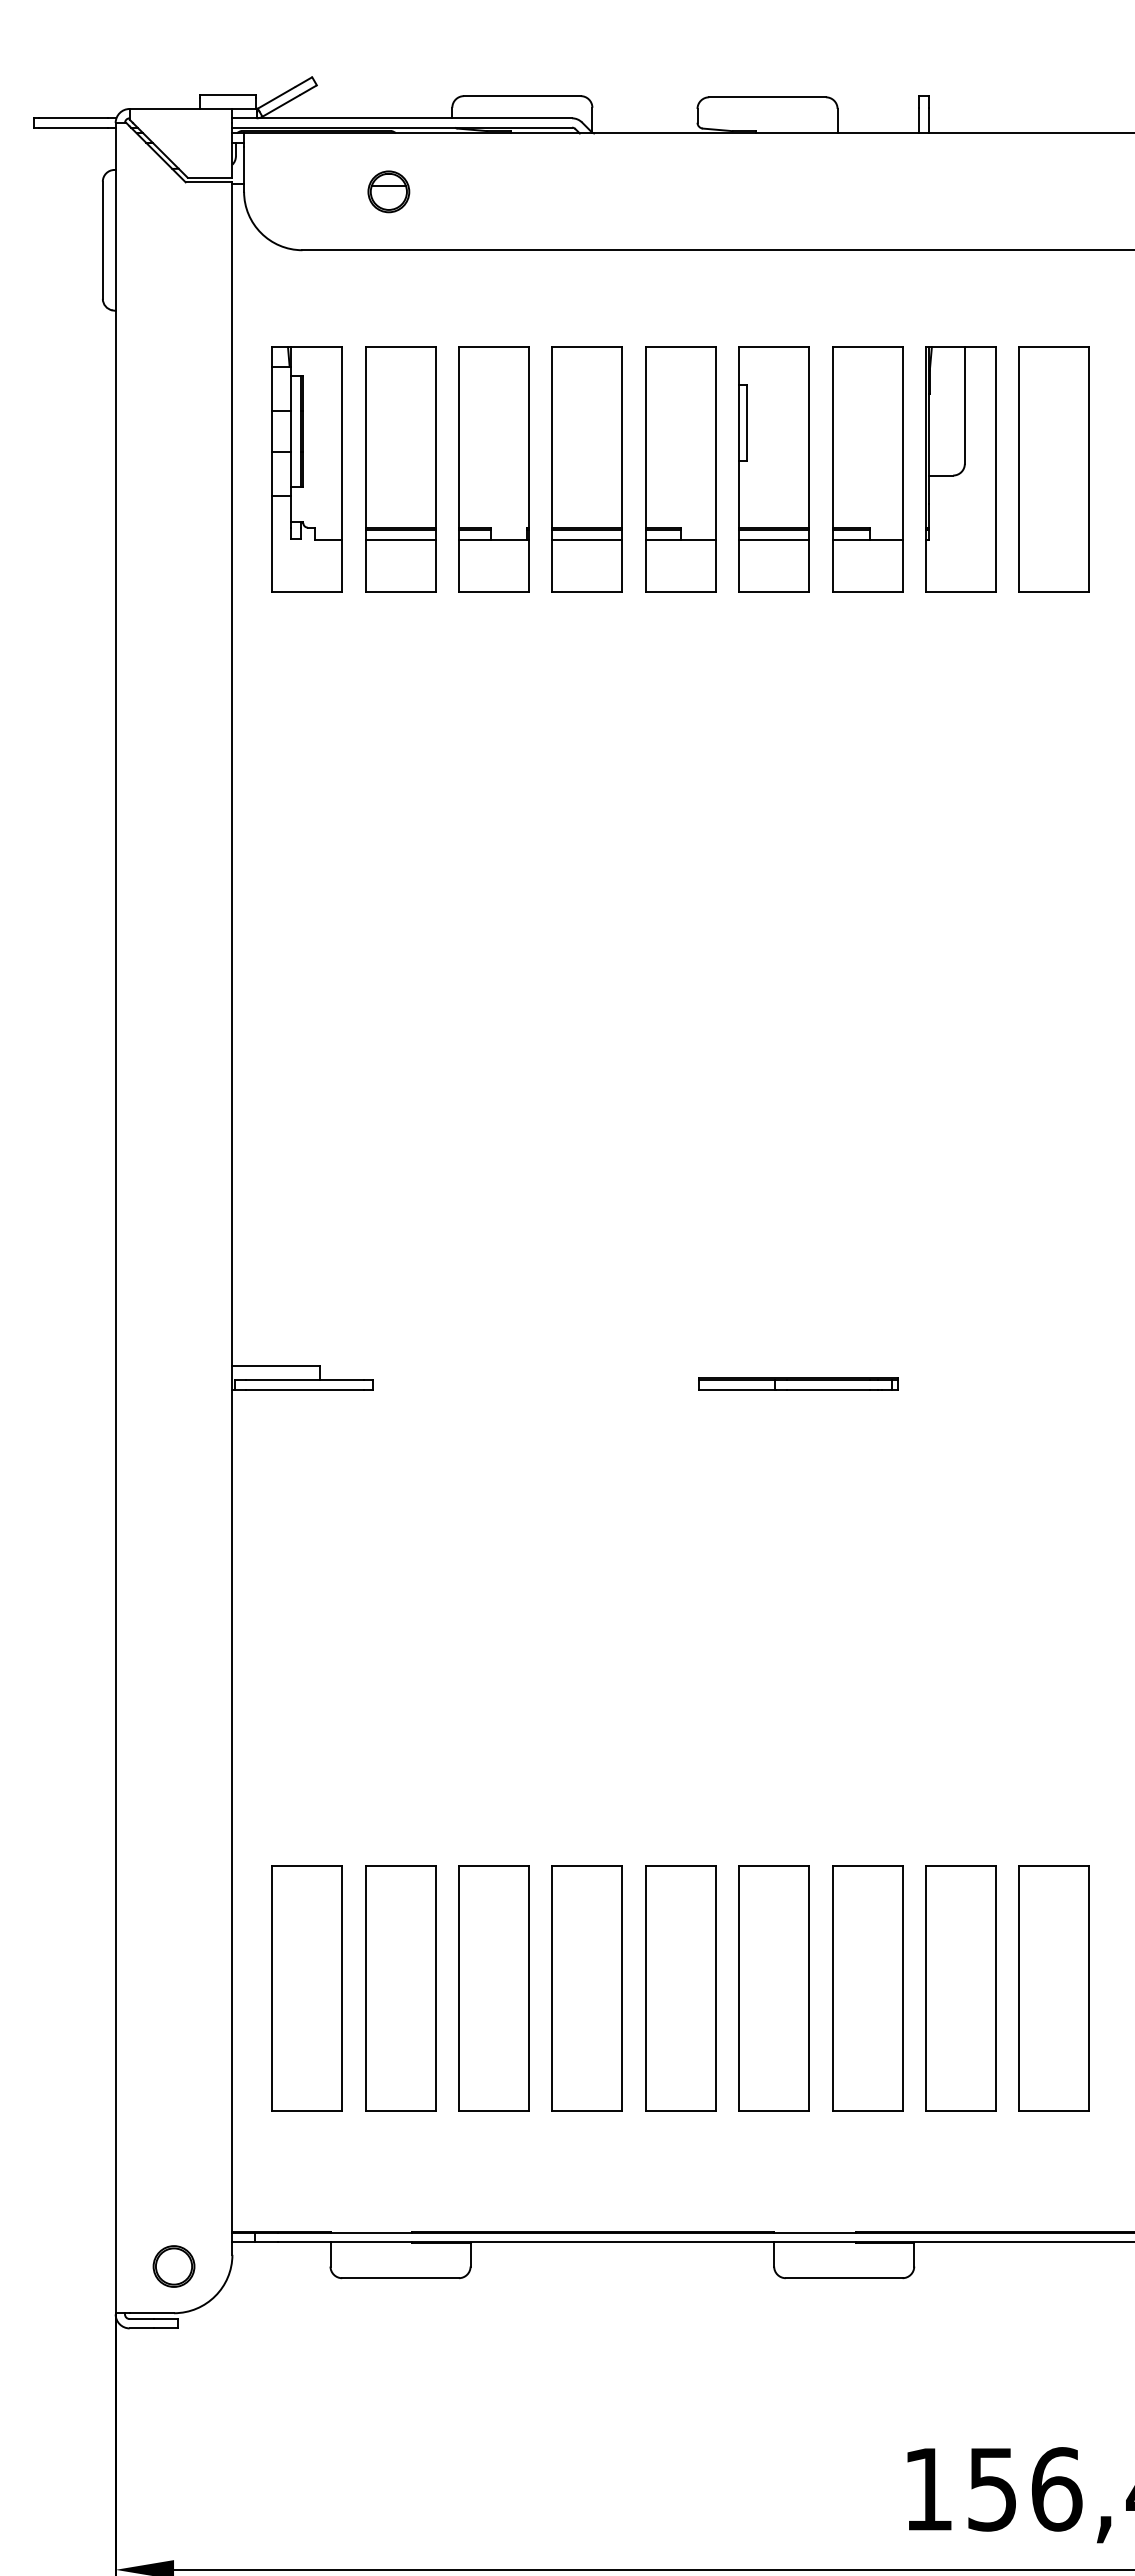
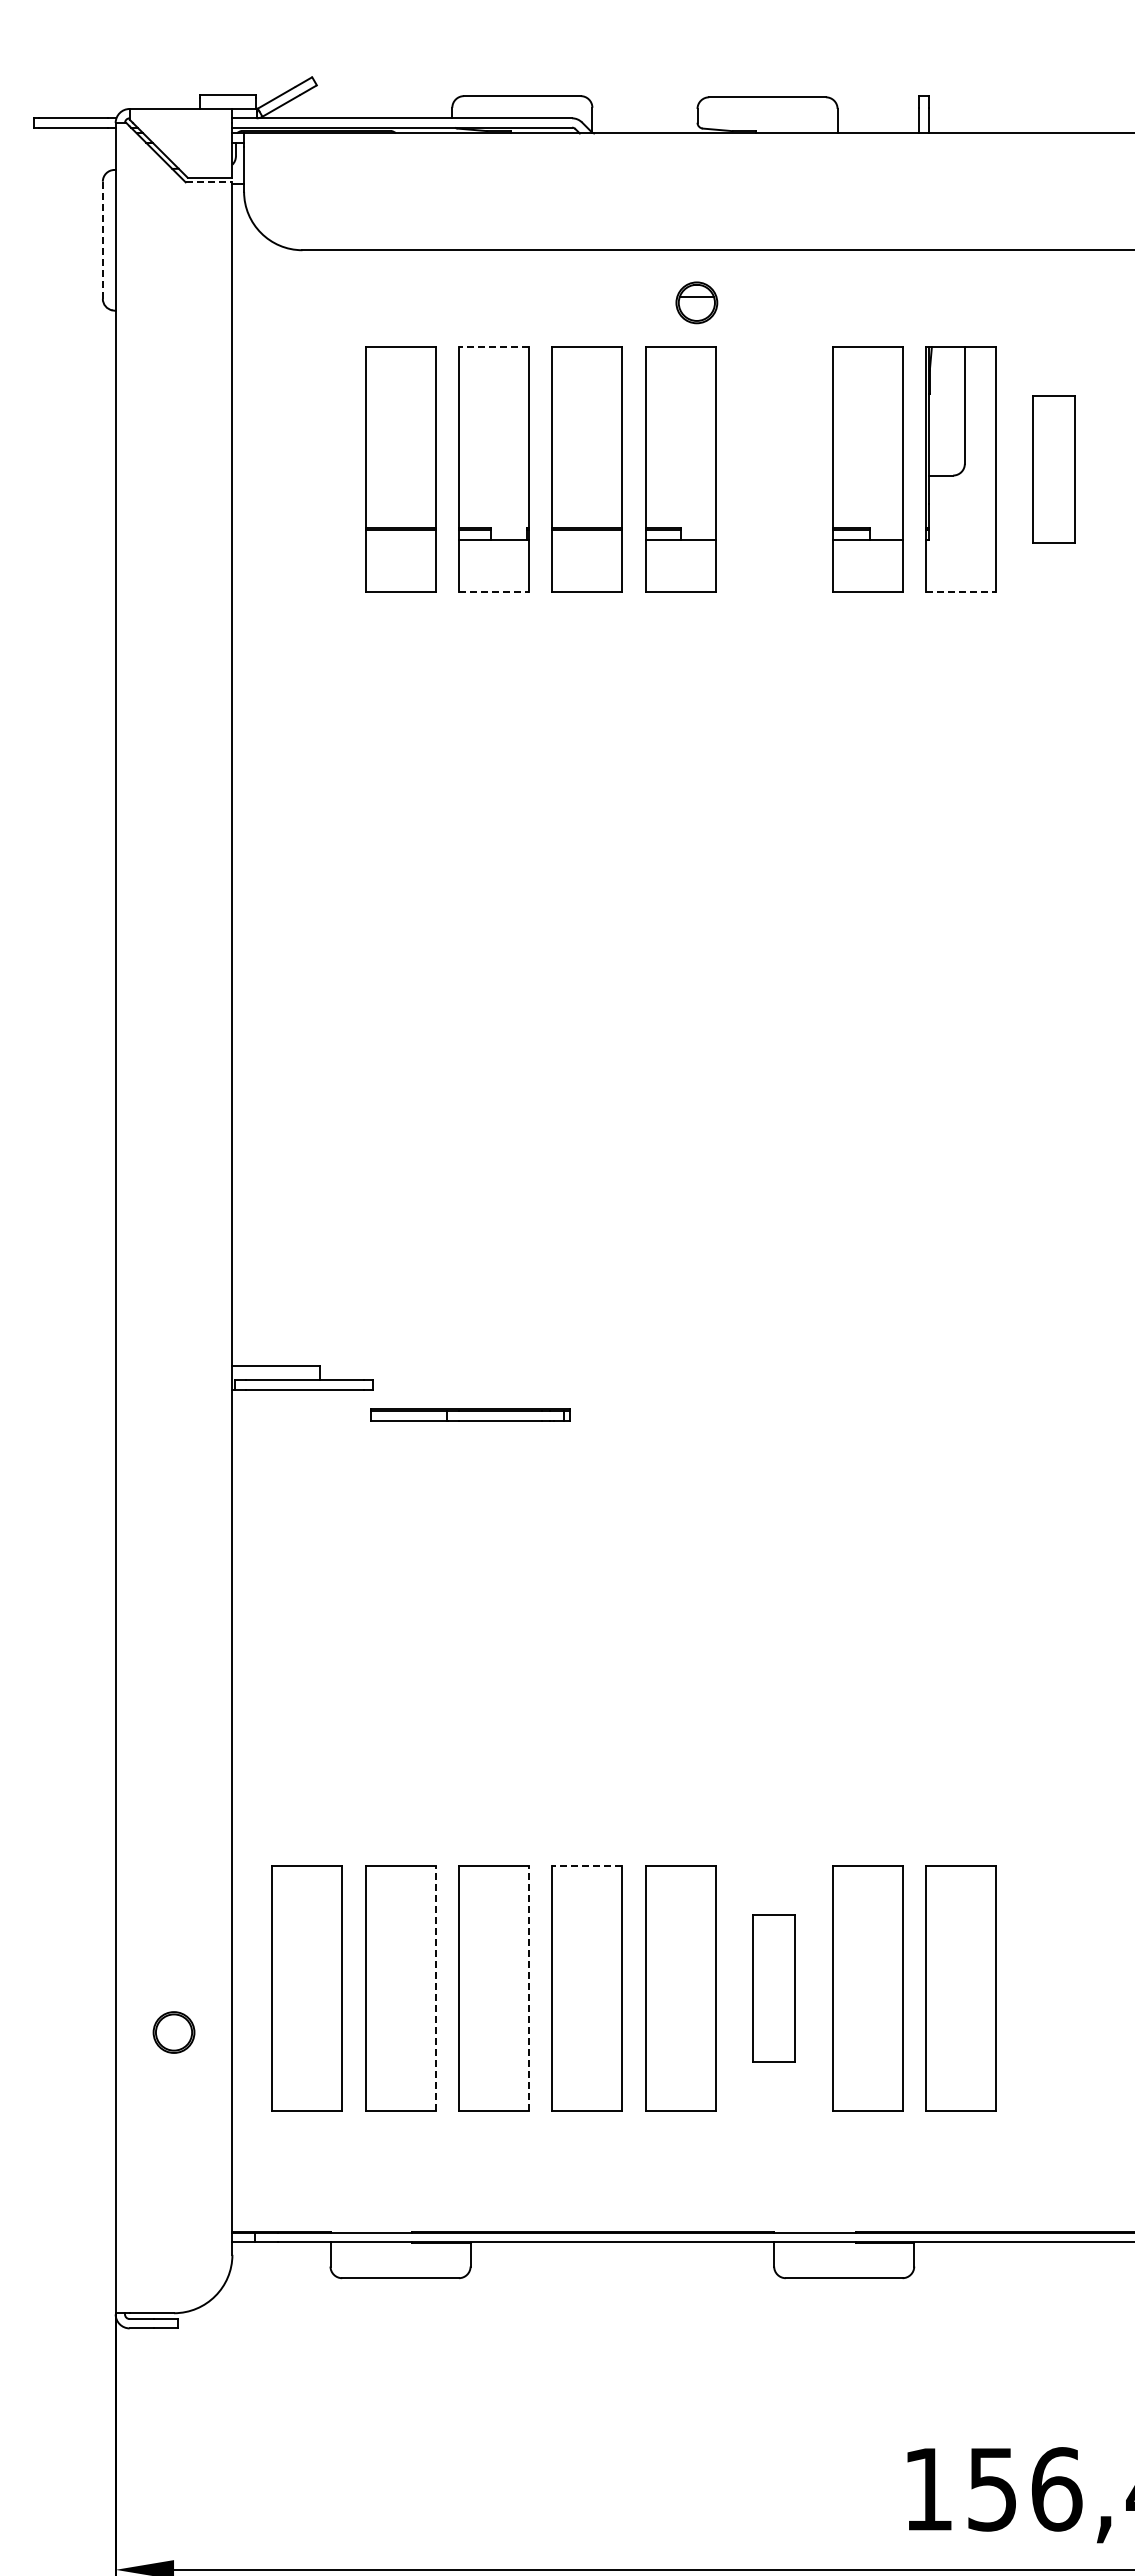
line at (209, 182): solid -> dashed
part at (388, 191) position: (388, 191) -> (696, 302)
line at (102, 240): solid -> dashed
line at (493, 347): solid -> dashed
part at (306, 469): present -> none
part at (773, 469): present -> none
part at (1053, 469) size: 72x247 px -> 44x149 px
line at (400, 539): present -> none
line at (587, 539): present -> none
line at (494, 592): solid -> dashed
line at (961, 592): solid -> dashed
part at (798, 1383) position: (798, 1383) -> (470, 1414)
line at (586, 1866): solid -> dashed
line at (435, 1988): solid -> dashed
line at (528, 1988): solid -> dashed
part at (773, 1988) size: 72x247 px -> 44x149 px
part at (1053, 1988): present -> none
part at (173, 2266) position: (173, 2266) -> (173, 2032)
